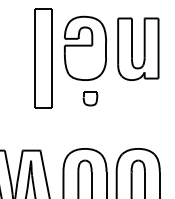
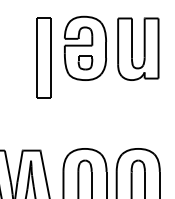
part at (43, 58) size: 19x101 px -> 16x82 px
part at (90, 98) position: (90, 98) -> (85, 62)
